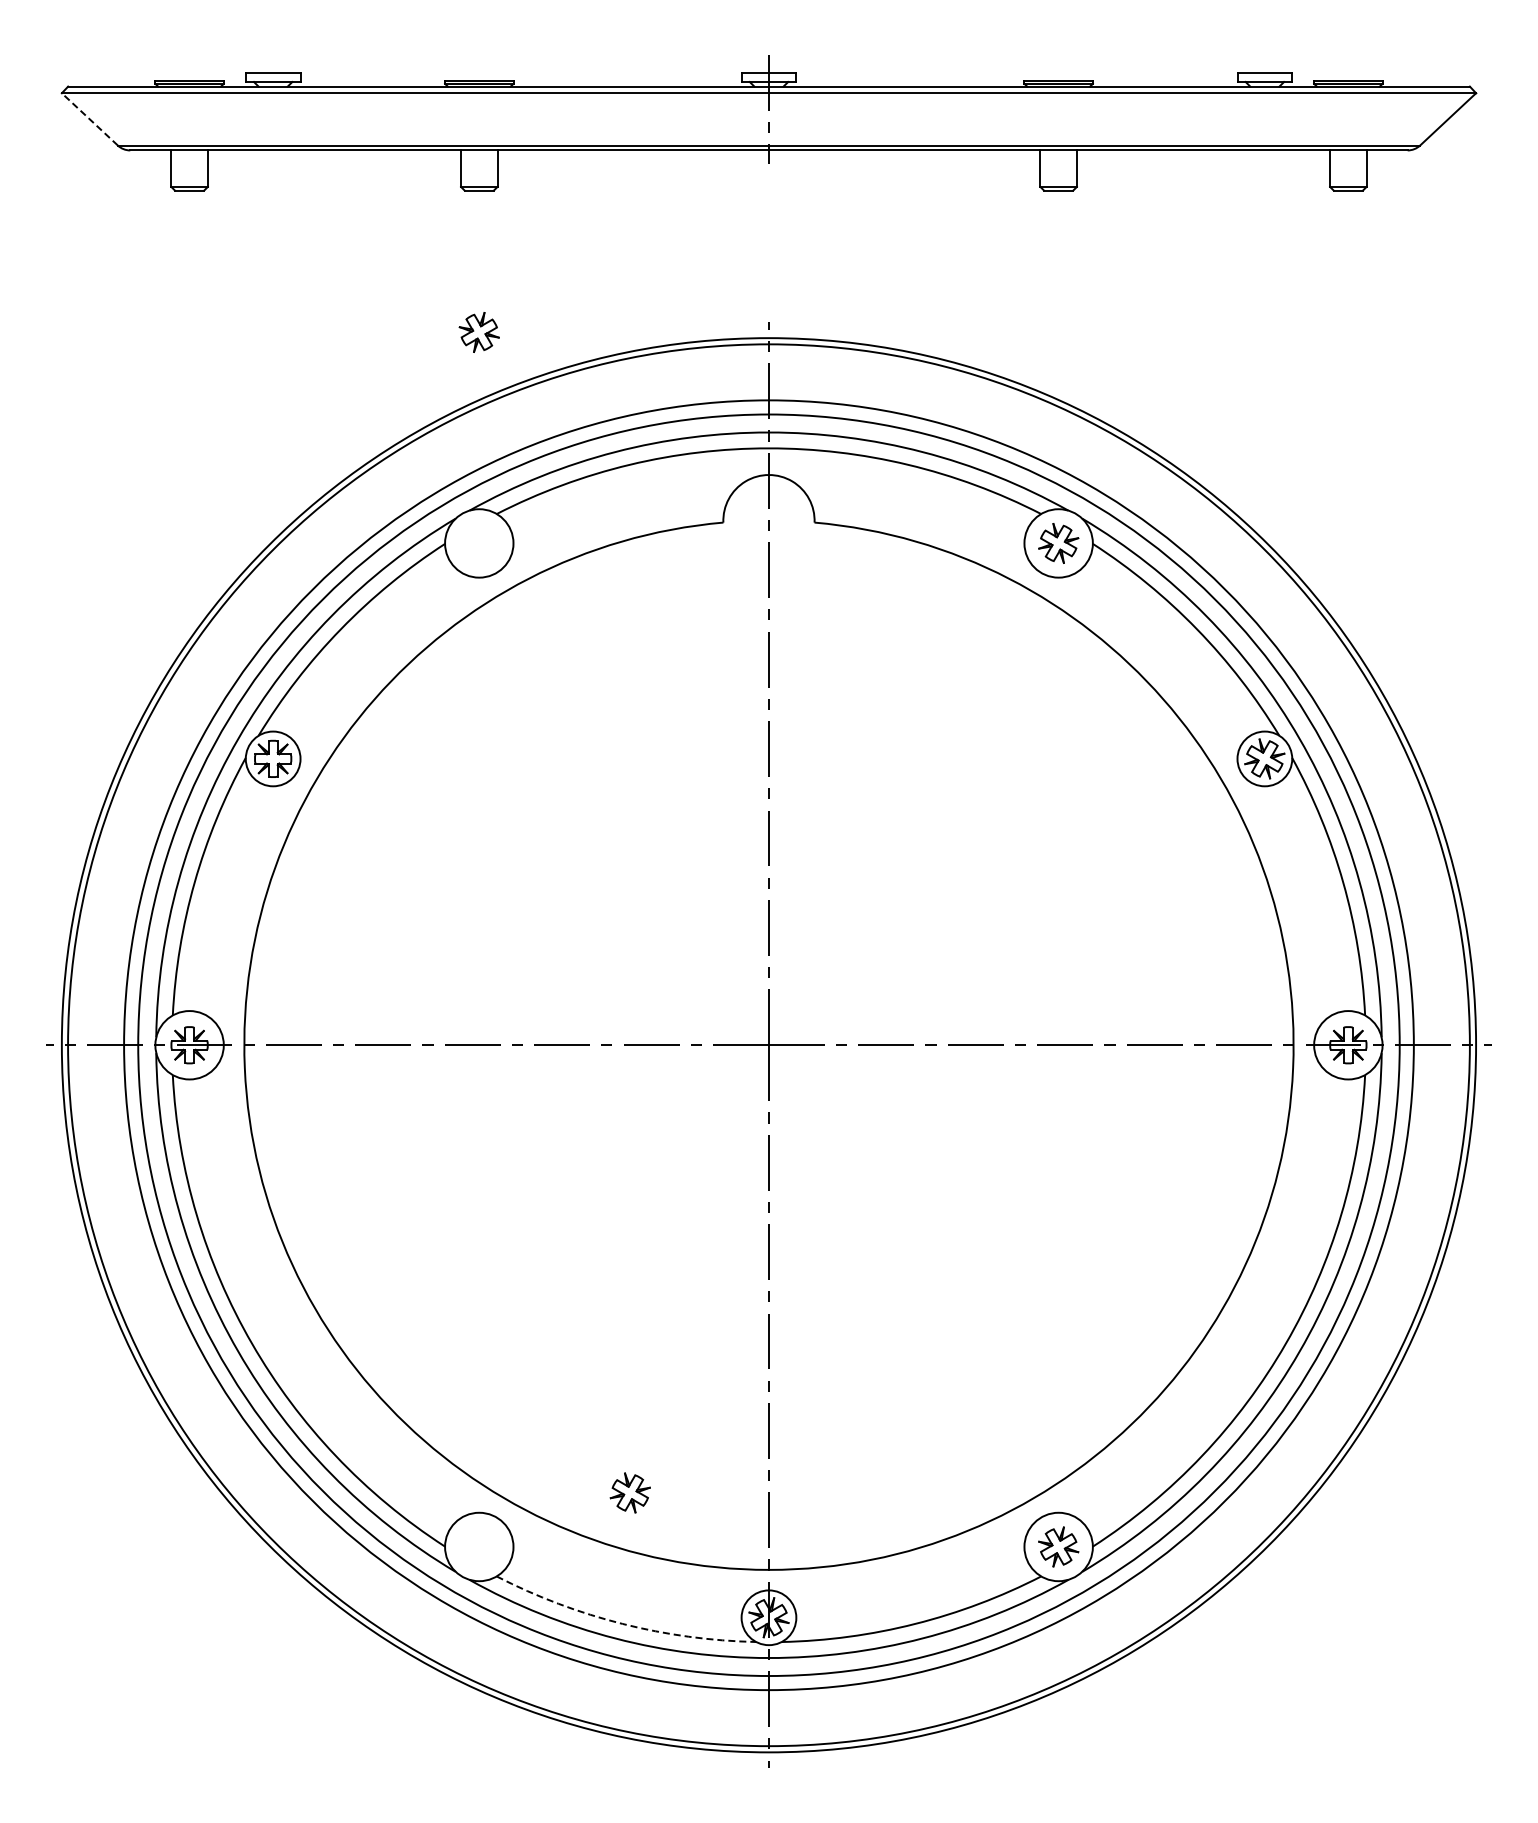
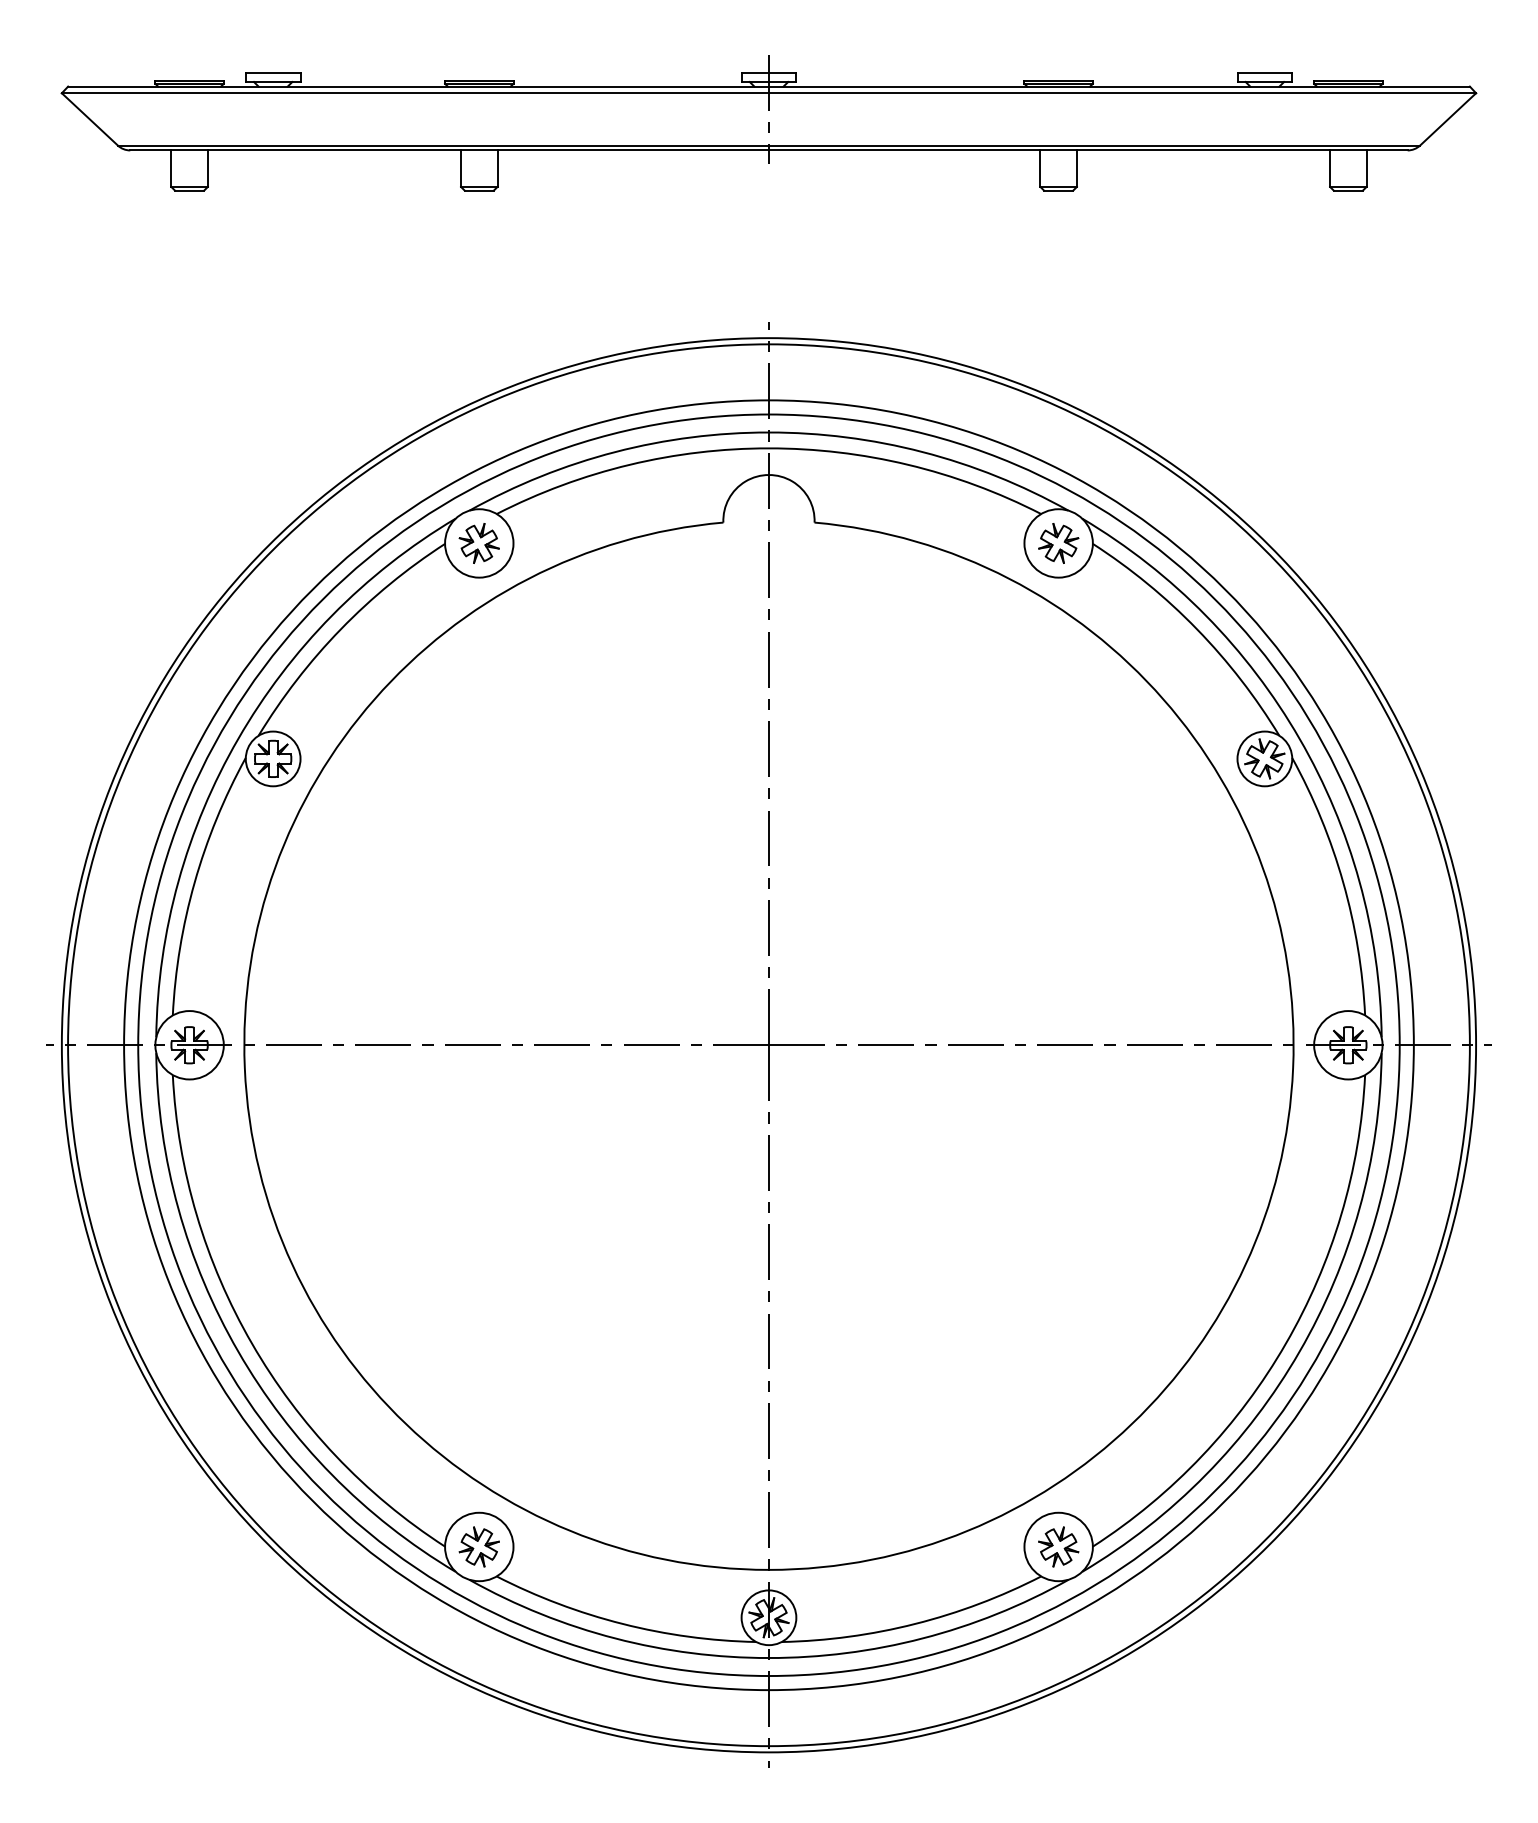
line at (89, 119): dashed -> solid
part at (478, 332) position: (478, 332) -> (478, 543)
part at (629, 1492) position: (629, 1492) -> (478, 1546)
arc at (622, 1623): dashed -> solid
